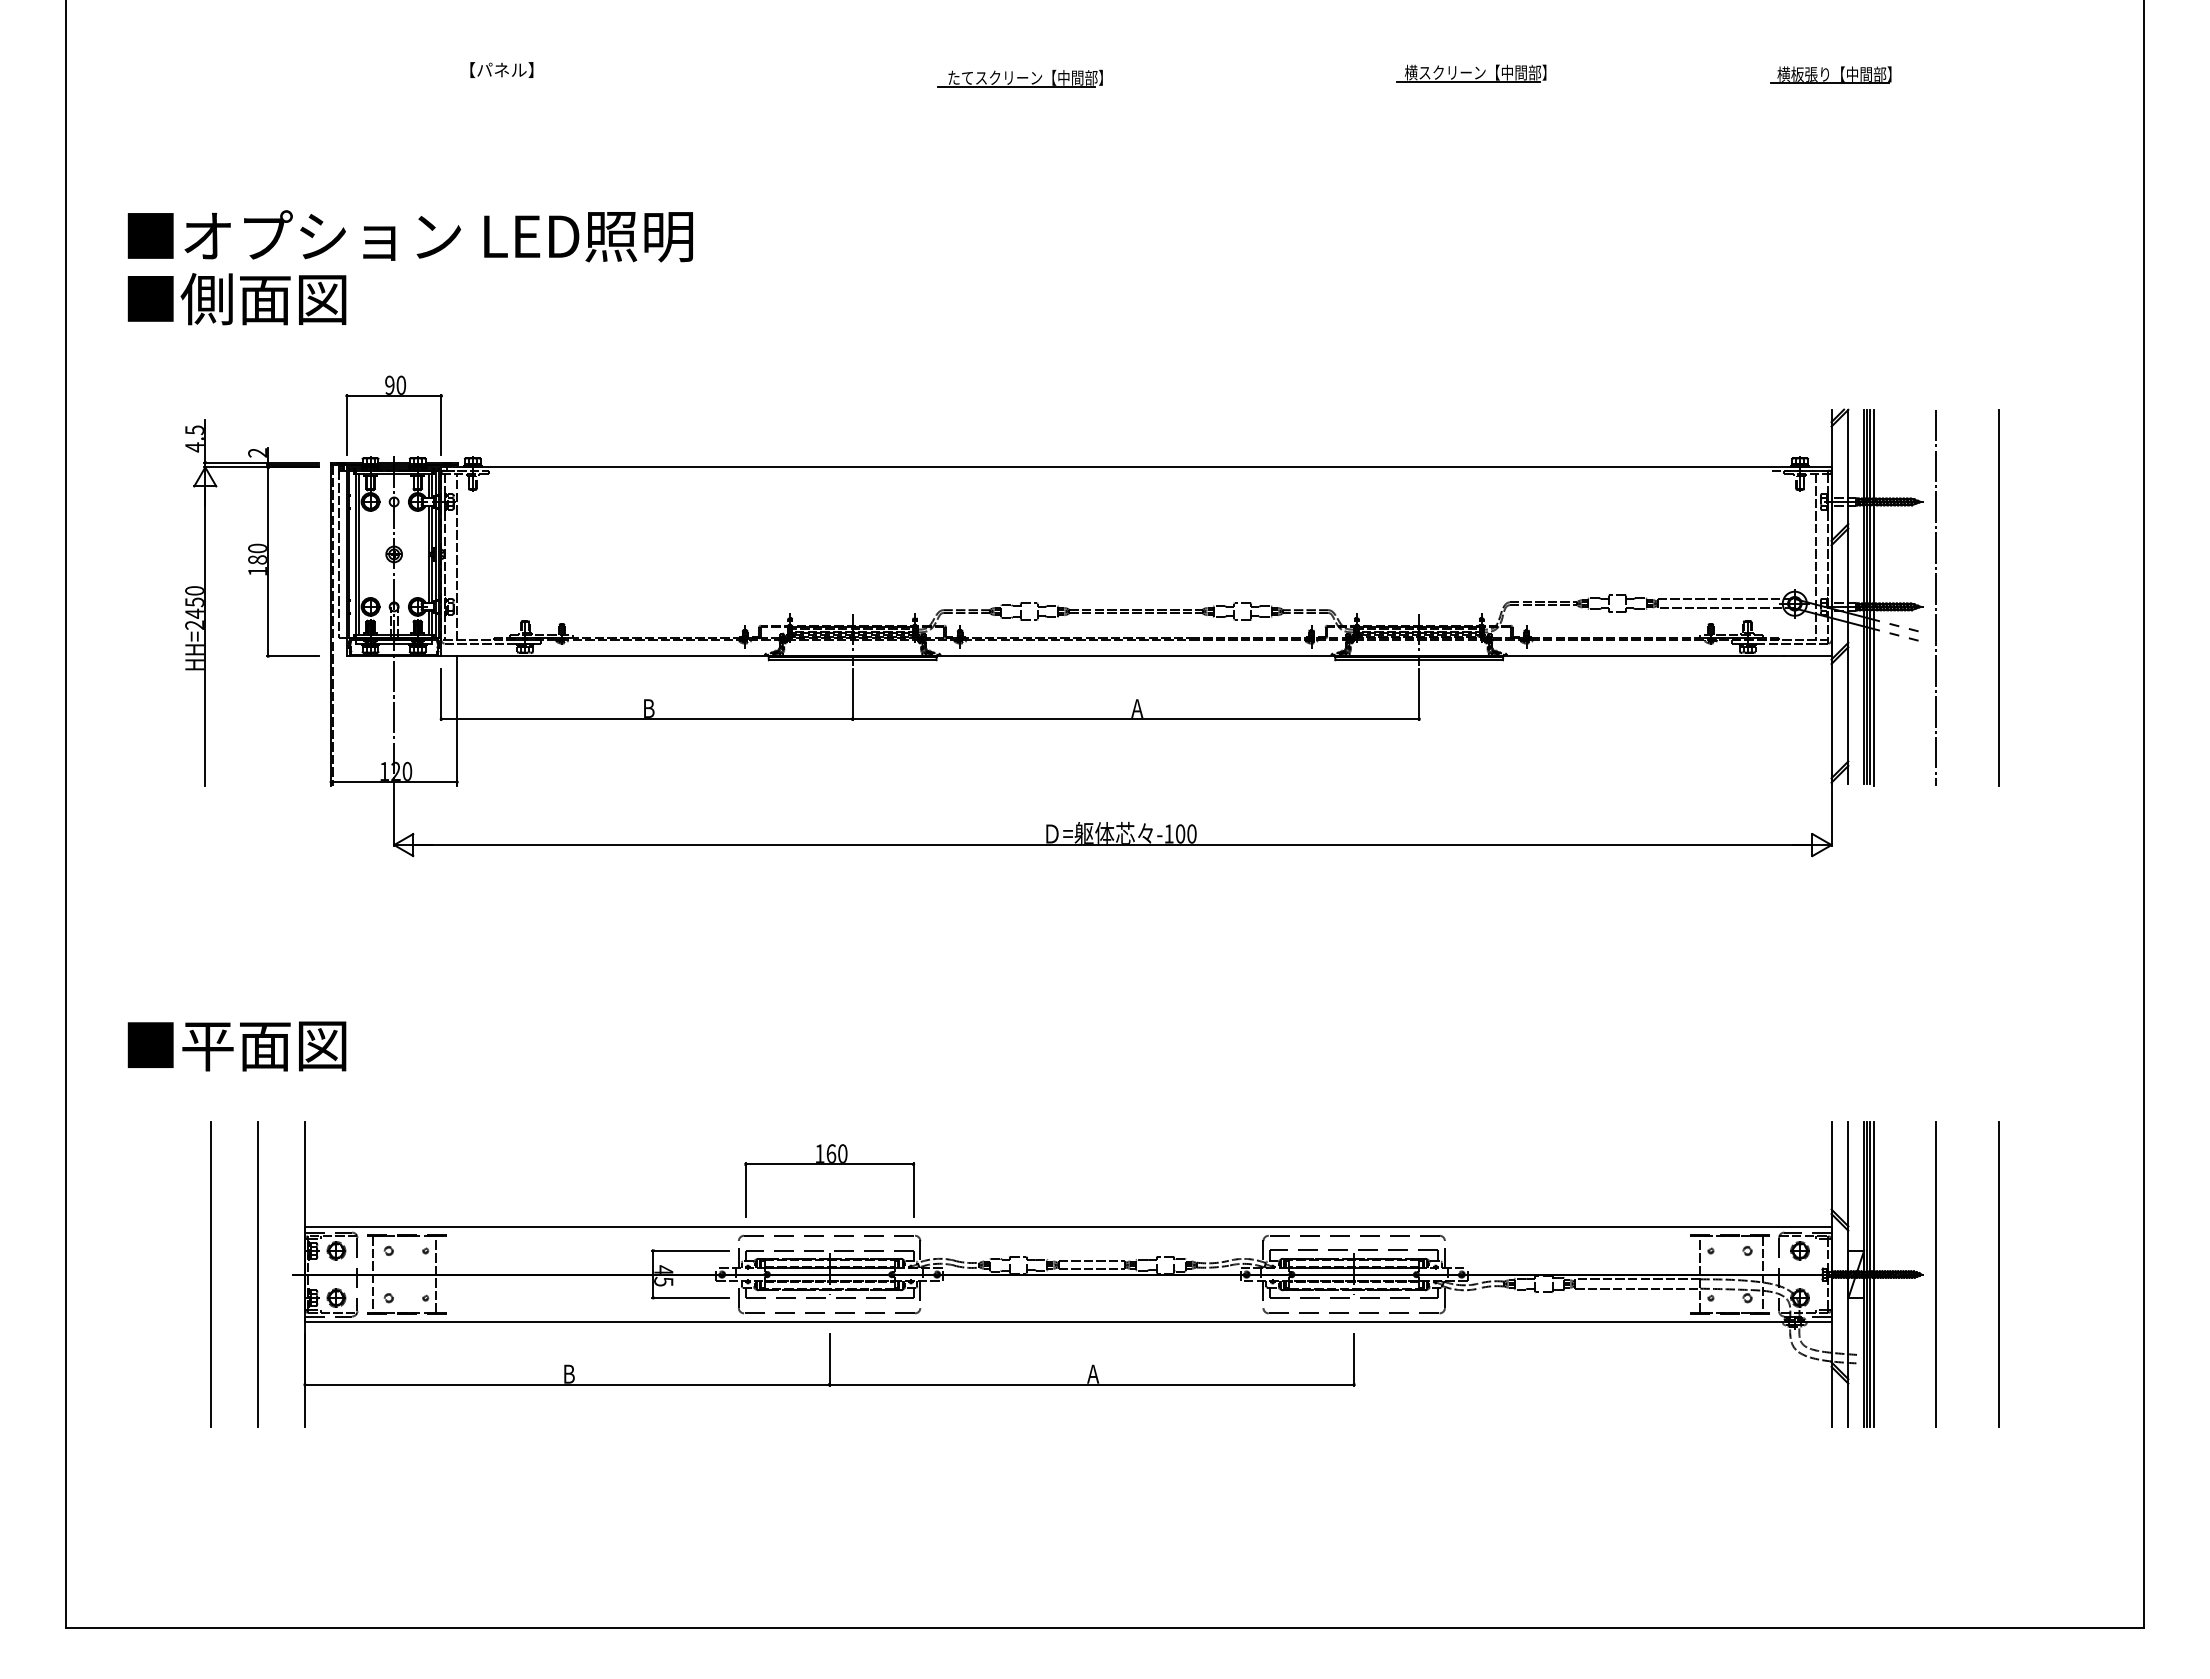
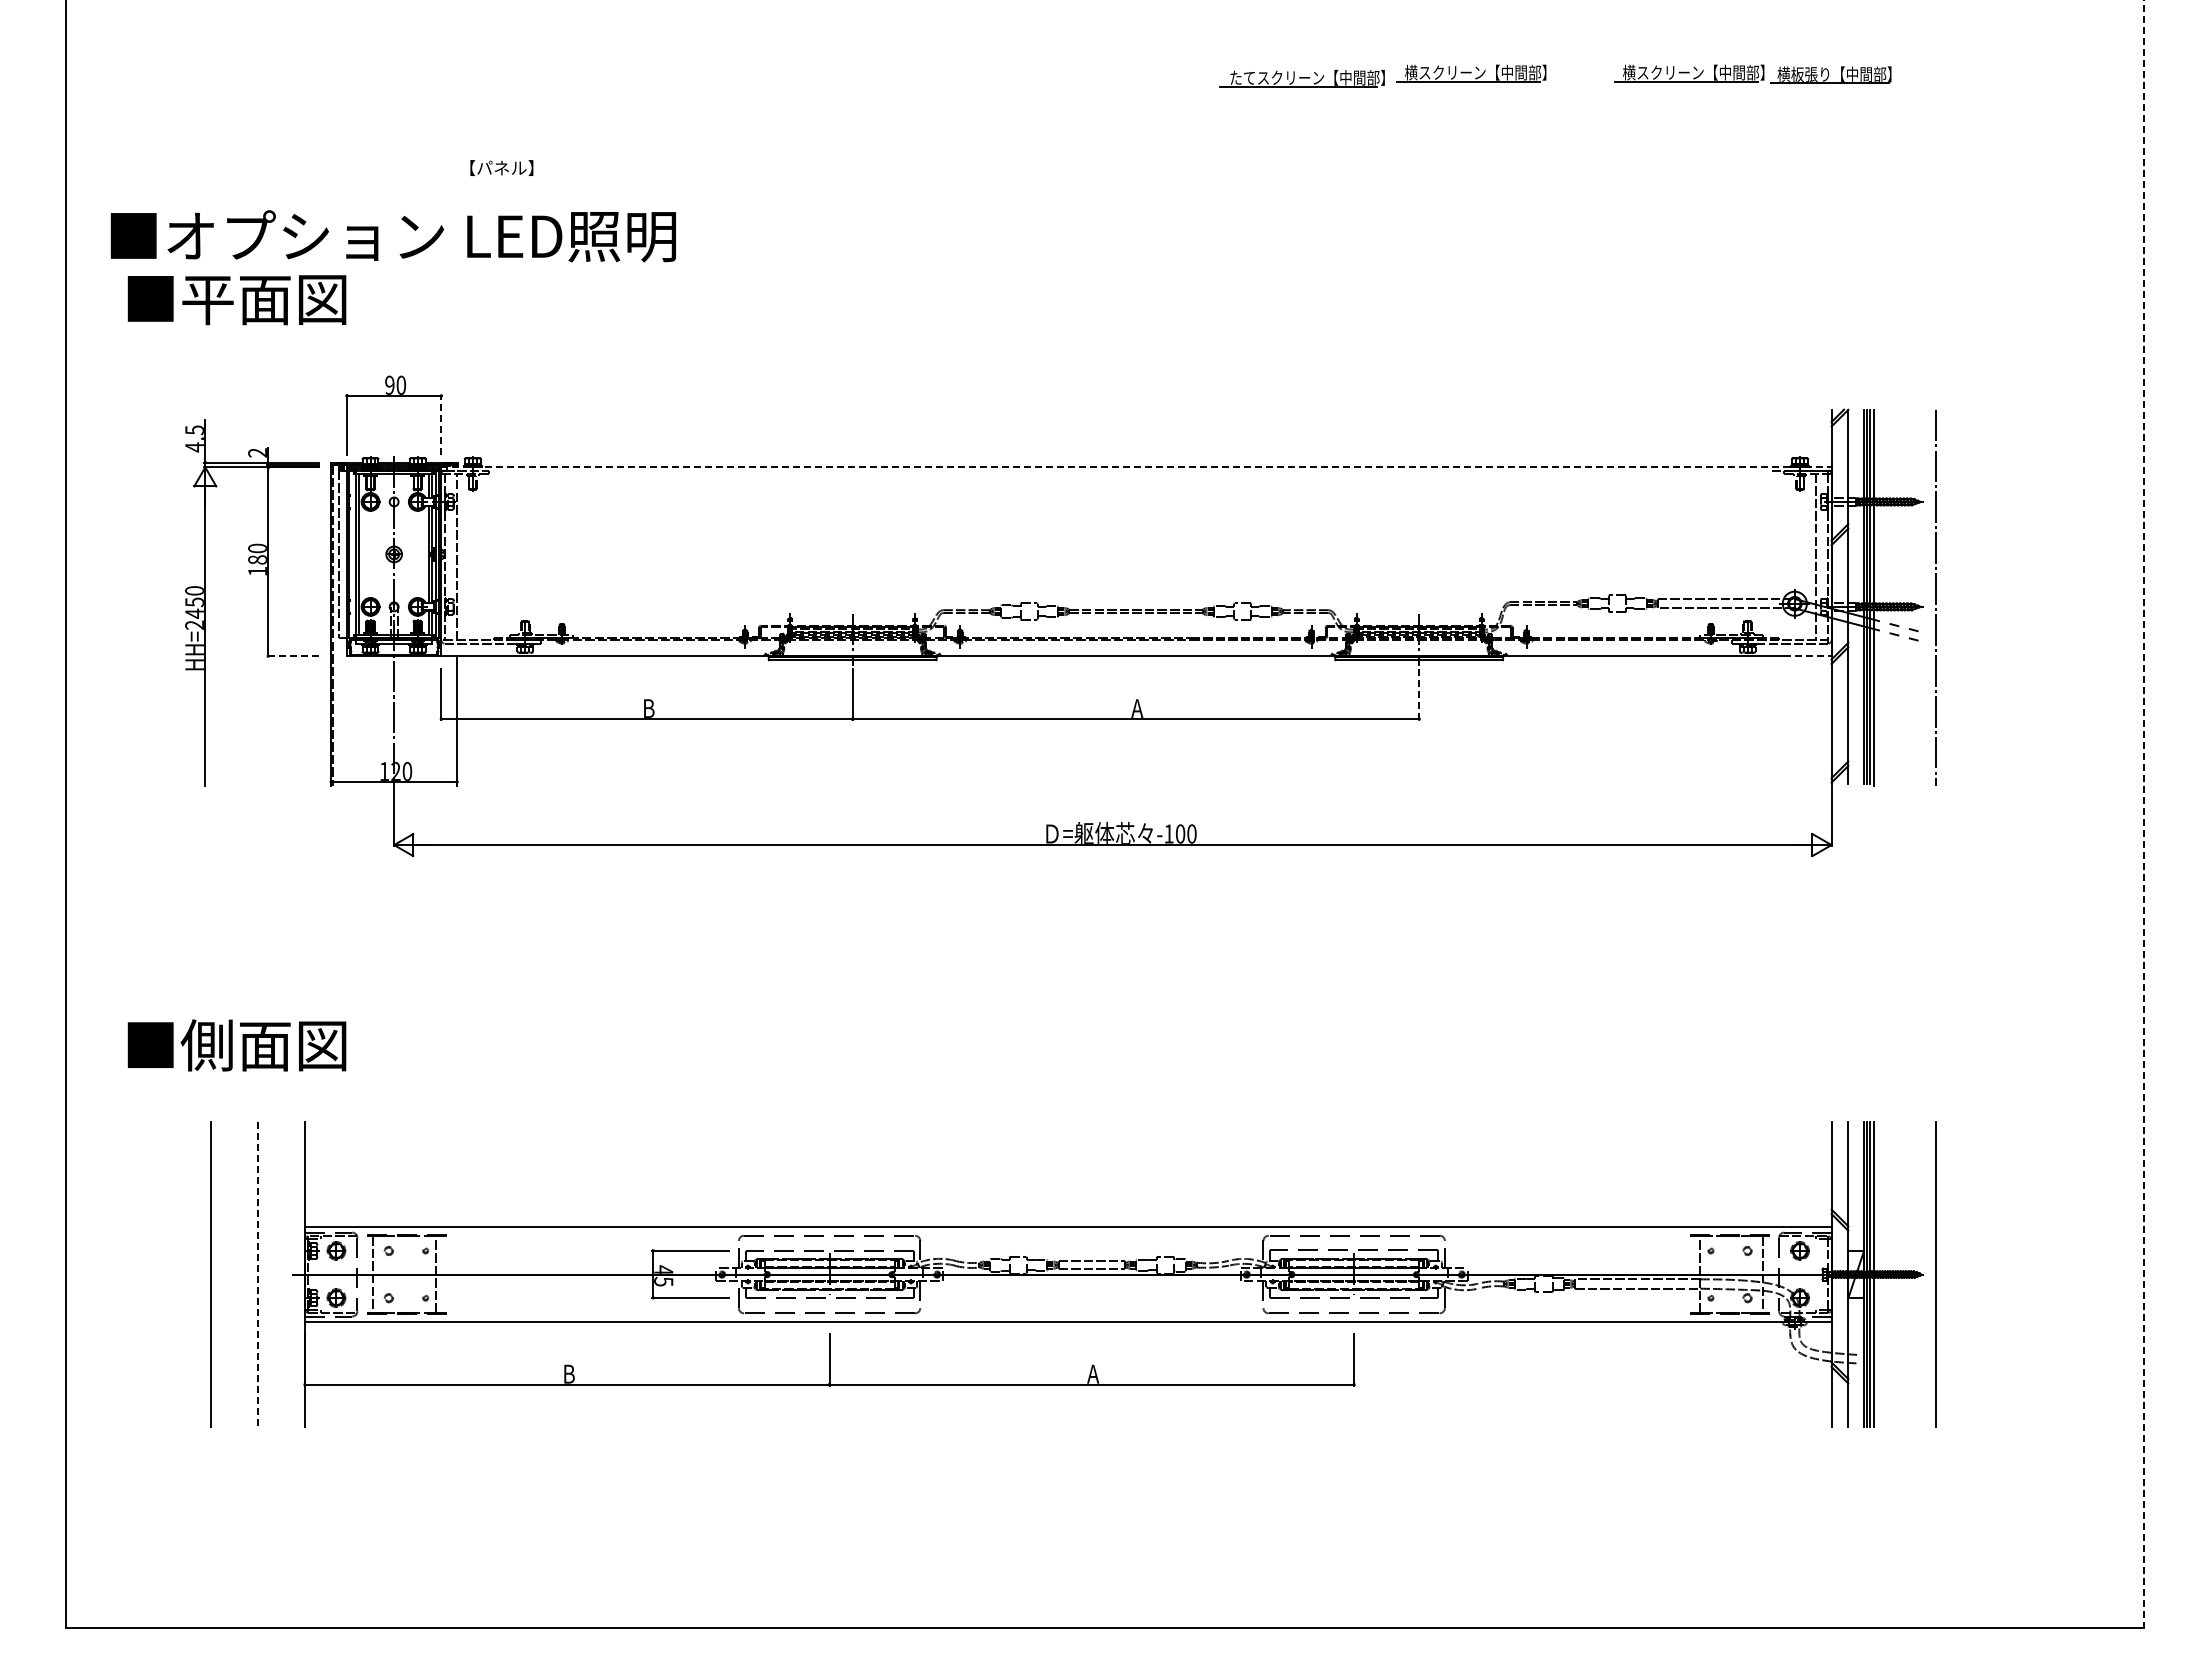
text at (501, 69) position: (501, 69) -> (501, 167)
part at (1689, 73): none -> present
part at (1019, 78) position: (1019, 78) -> (1301, 78)
text at (409, 236) position: (409, 236) -> (392, 236)
text at (206, 299): ■側面図 -> ■平面図
line at (441, 424): solid -> dashed
line at (1136, 467): solid -> dashed
line at (1999, 597): present -> none
line at (292, 656): solid -> dashed
line at (1807, 656): solid -> dashed
line at (1419, 694): solid -> dashed
line at (2143, 814): solid -> dashed
text at (206, 1045): ■平面図 -> ■側面図
part at (829, 1164): present -> none
line at (1999, 1274): present -> none
line at (257, 1275): solid -> dashed
